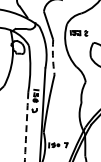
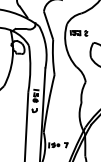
arc at (52, 57): dashed -> solid
arc at (26, 126): dashed -> solid
